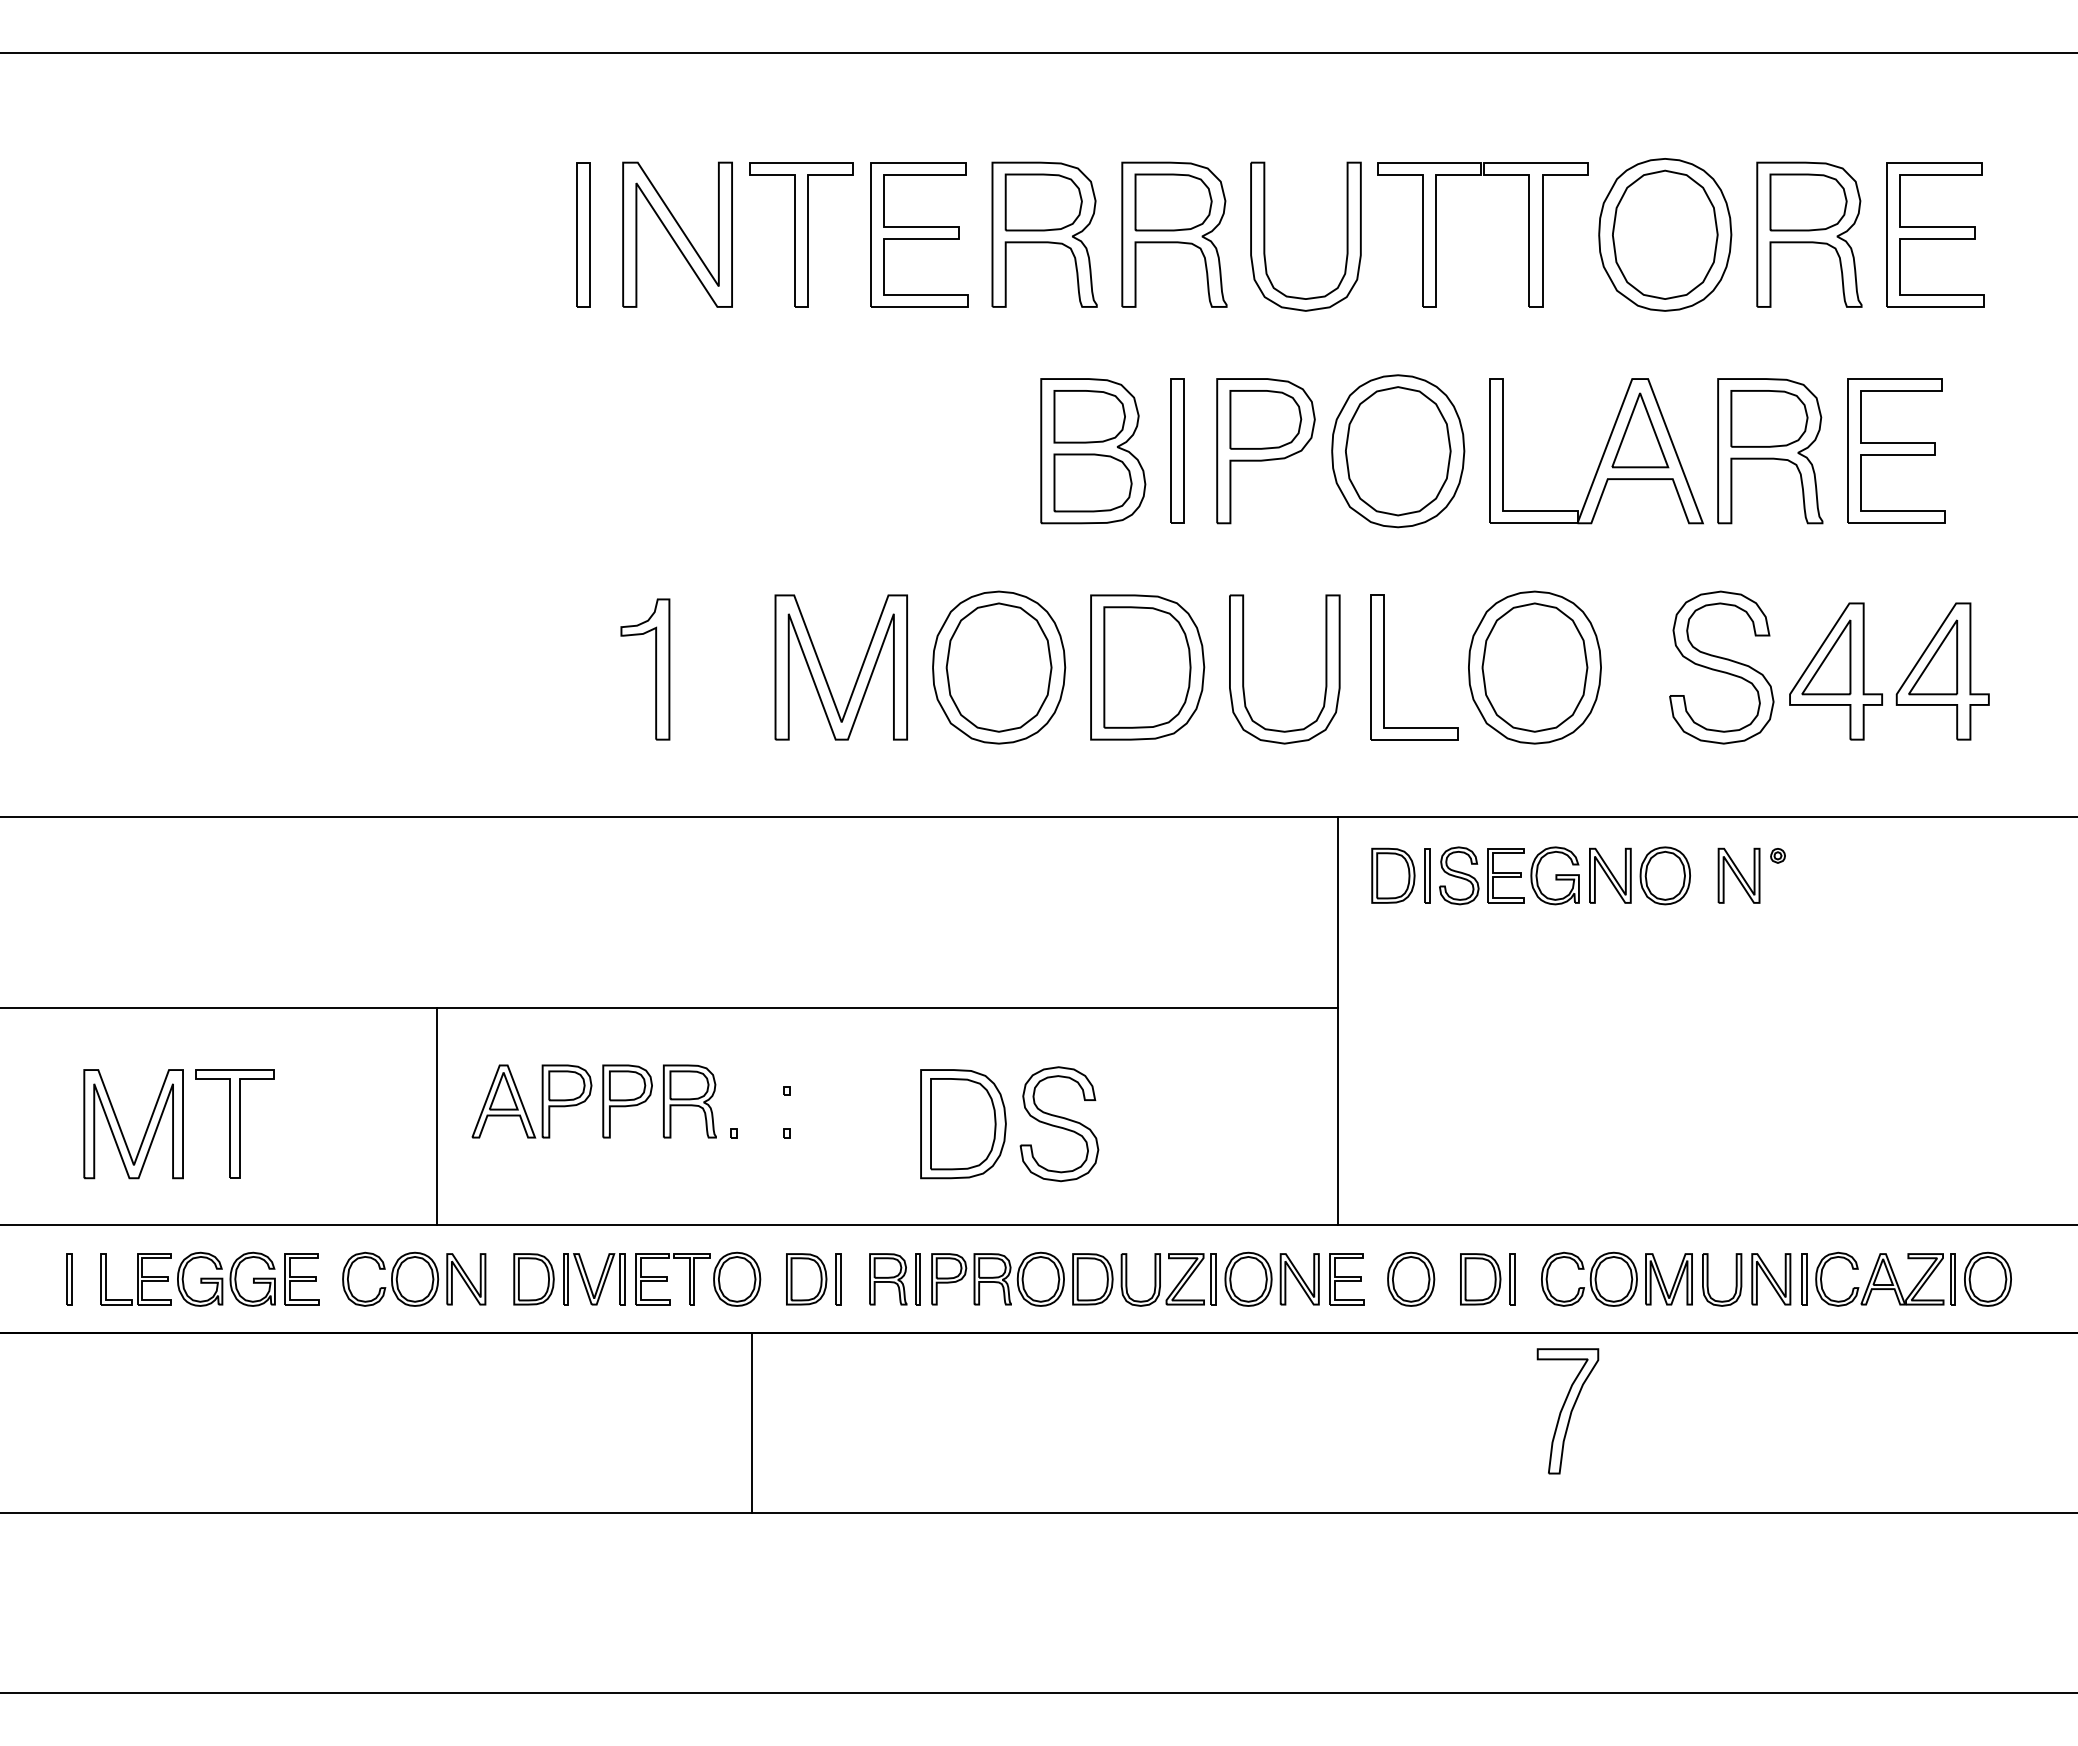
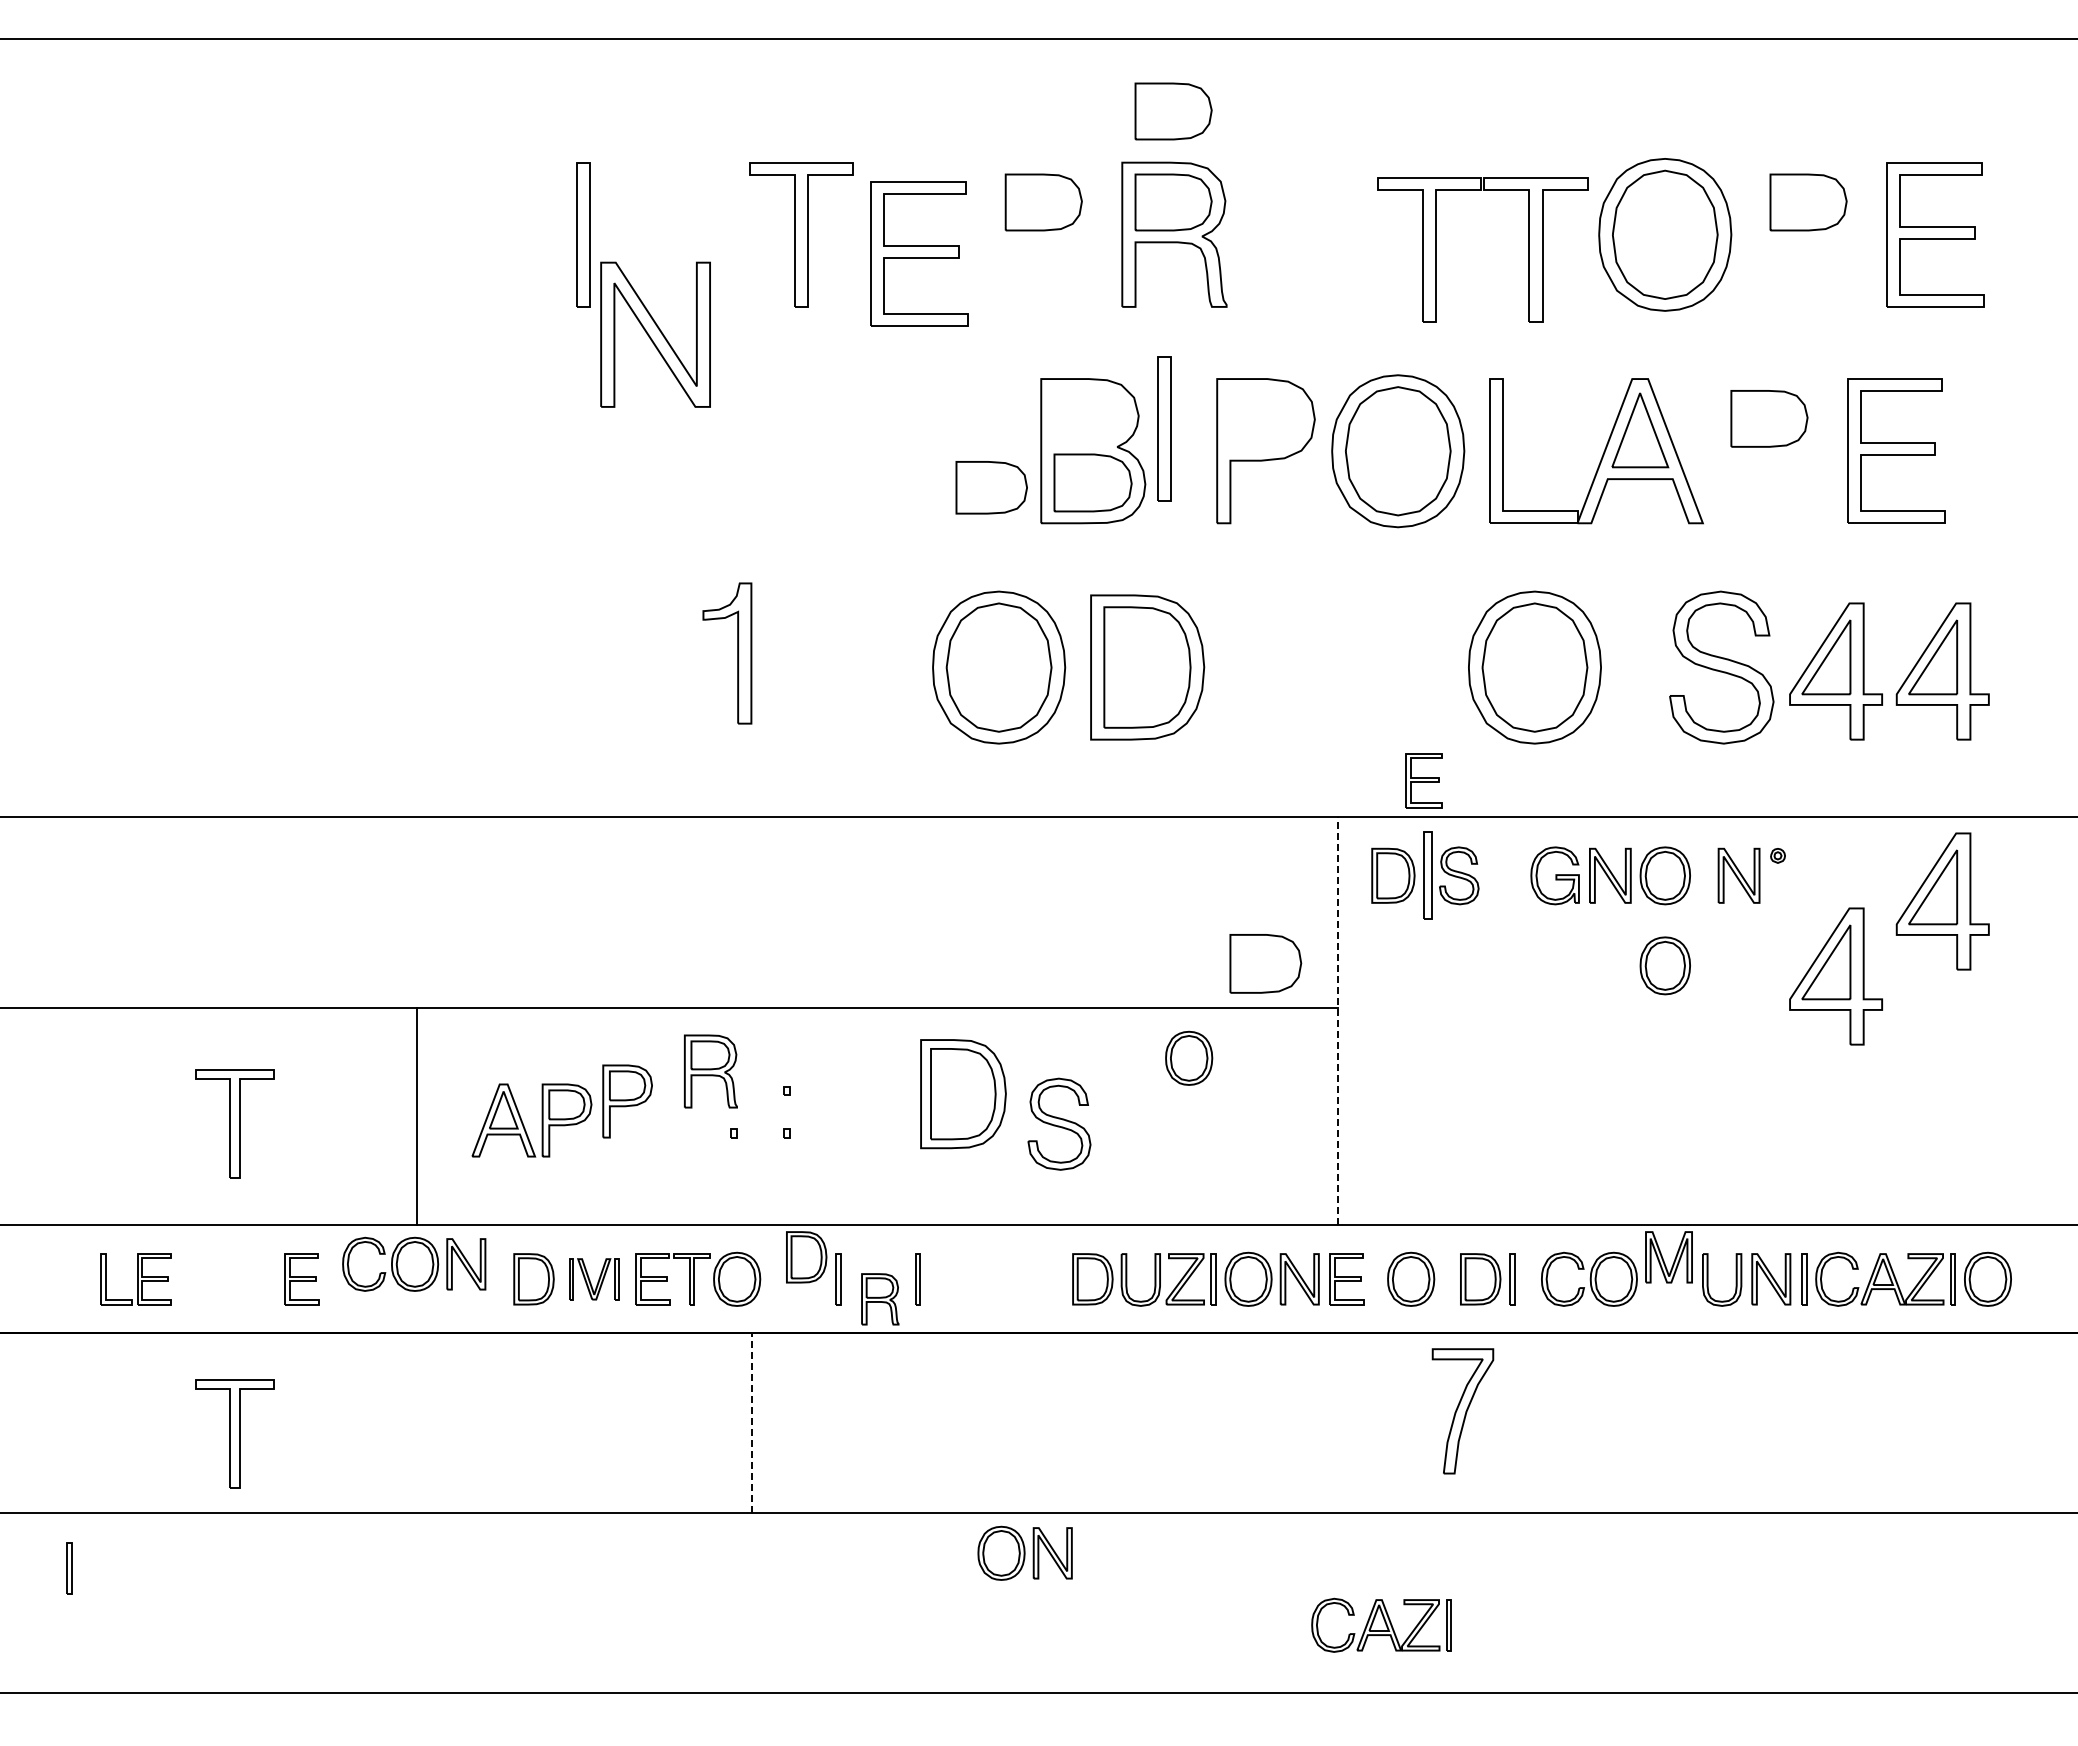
line at (1038, 52) position: (1038, 52) -> (1038, 38)
part at (1173, 111): none -> present
part at (677, 234) position: (677, 234) -> (655, 334)
part at (919, 234) position: (919, 234) -> (919, 253)
part at (1044, 234): present -> none
part at (1436, 234) position: (1436, 234) -> (1436, 249)
part at (1809, 234): present -> none
part at (1265, 236): present -> none
part at (1089, 416) position: (1089, 416) -> (991, 487)
part at (1265, 419) position: (1265, 419) -> (1265, 963)
part at (1177, 450) position: (1177, 450) -> (1164, 428)
part at (1770, 451): present -> none
part at (1384, 667): present -> none
part at (655, 669) position: (655, 669) -> (737, 653)
part at (1244, 669): present -> none
part at (825, 675): present -> none
part at (1427, 875) size: 7x56 px -> 10x89 px
part at (1505, 875) position: (1505, 875) -> (1423, 780)
part at (1942, 901): none -> present
part at (1664, 965): none -> present
part at (1835, 976): none -> present
line at (1337, 1020): solid -> dashed
part at (1189, 1057): none -> present
part at (689, 1101) position: (689, 1101) -> (710, 1071)
part at (523, 1103) position: (523, 1103) -> (523, 1122)
line at (436, 1116) position: (436, 1116) -> (416, 1116)
part at (963, 1124) position: (963, 1124) -> (963, 1094)
part at (1059, 1124) size: 81x117 px -> 65x94 px
part at (121, 1128): present -> none
part at (226, 1278): present -> none
part at (414, 1278) position: (414, 1278) -> (414, 1263)
part at (997, 1278): present -> none
part at (69, 1279) position: (69, 1279) -> (69, 1568)
part at (594, 1279) size: 63x53 px -> 51x43 px
part at (806, 1279) position: (806, 1279) -> (806, 1257)
part at (888, 1279) position: (888, 1279) -> (880, 1299)
part at (1668, 1279) position: (1668, 1279) -> (1668, 1257)
part at (1567, 1411) position: (1567, 1411) -> (1462, 1411)
line at (751, 1422): solid -> dashed
part at (234, 1433): none -> present
part at (1024, 1552): none -> present
part at (1381, 1624): none -> present
